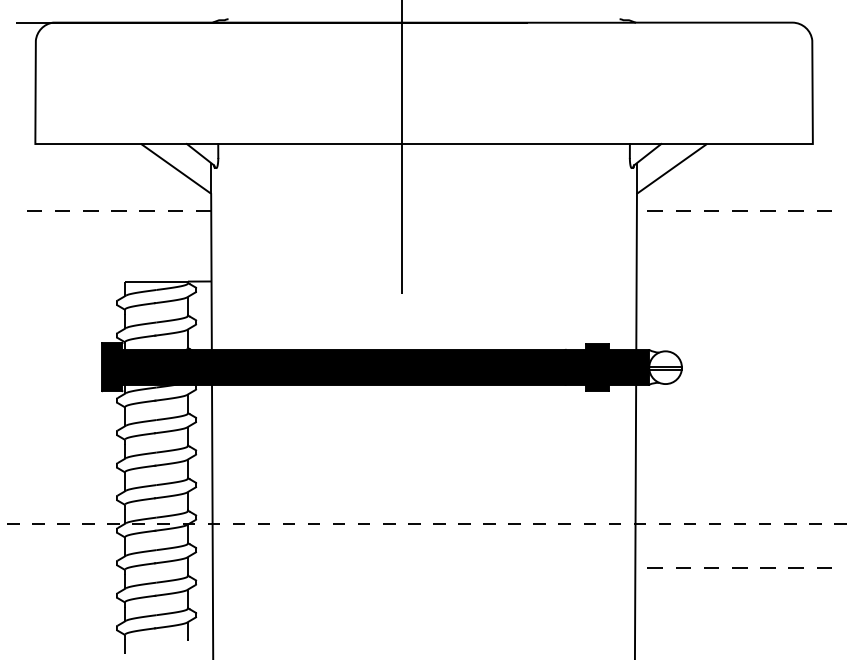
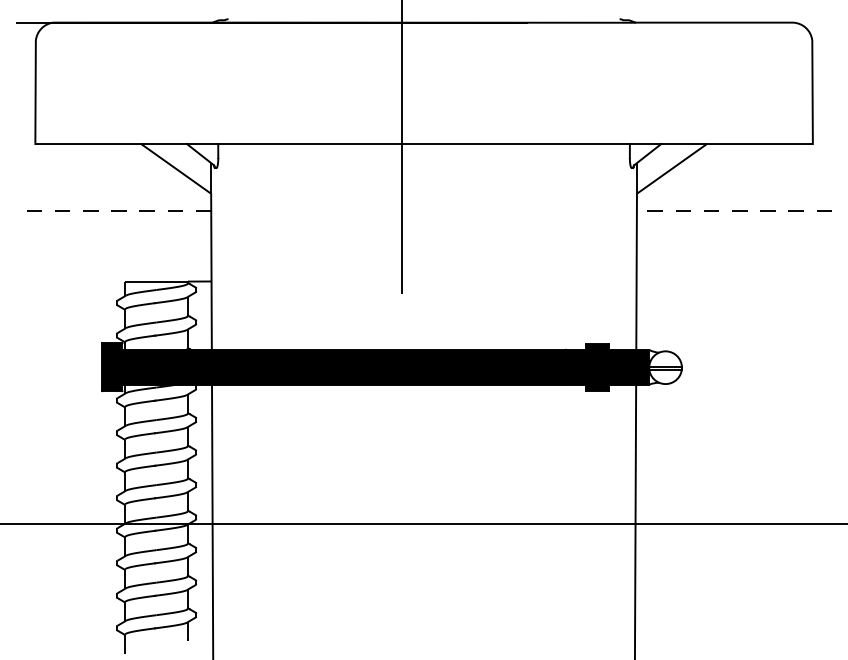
line at (423, 523): dashed -> solid
line at (739, 567): present -> none
